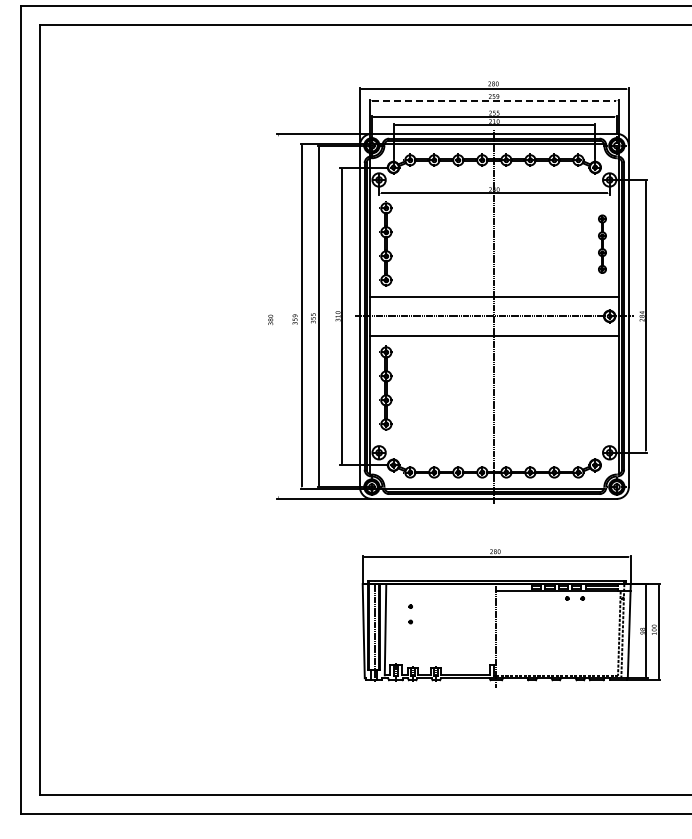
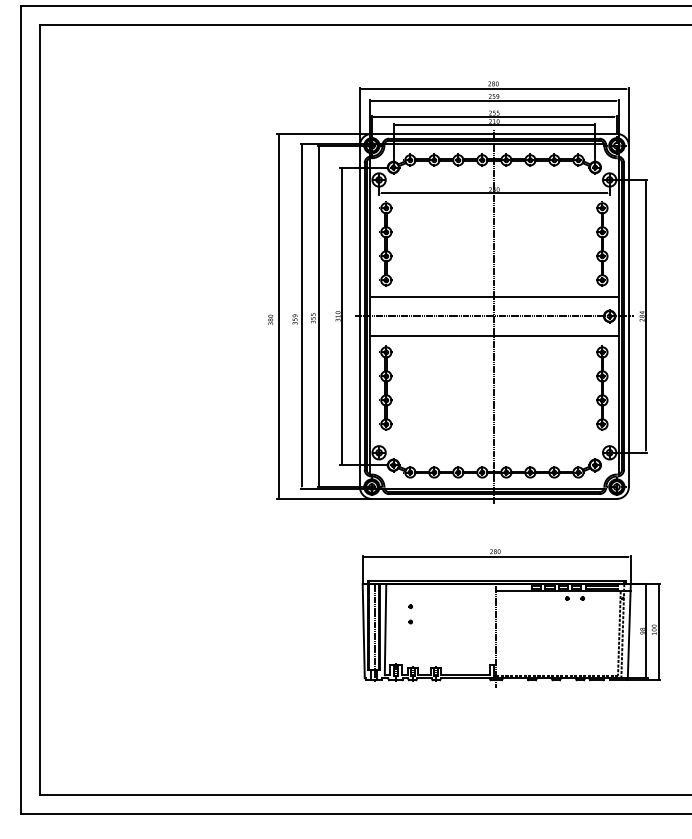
line at (494, 100): dashed -> solid
part at (602, 243) size: 9x60 px -> 13x86 px
line at (278, 316): none -> present
part at (602, 387): none -> present
